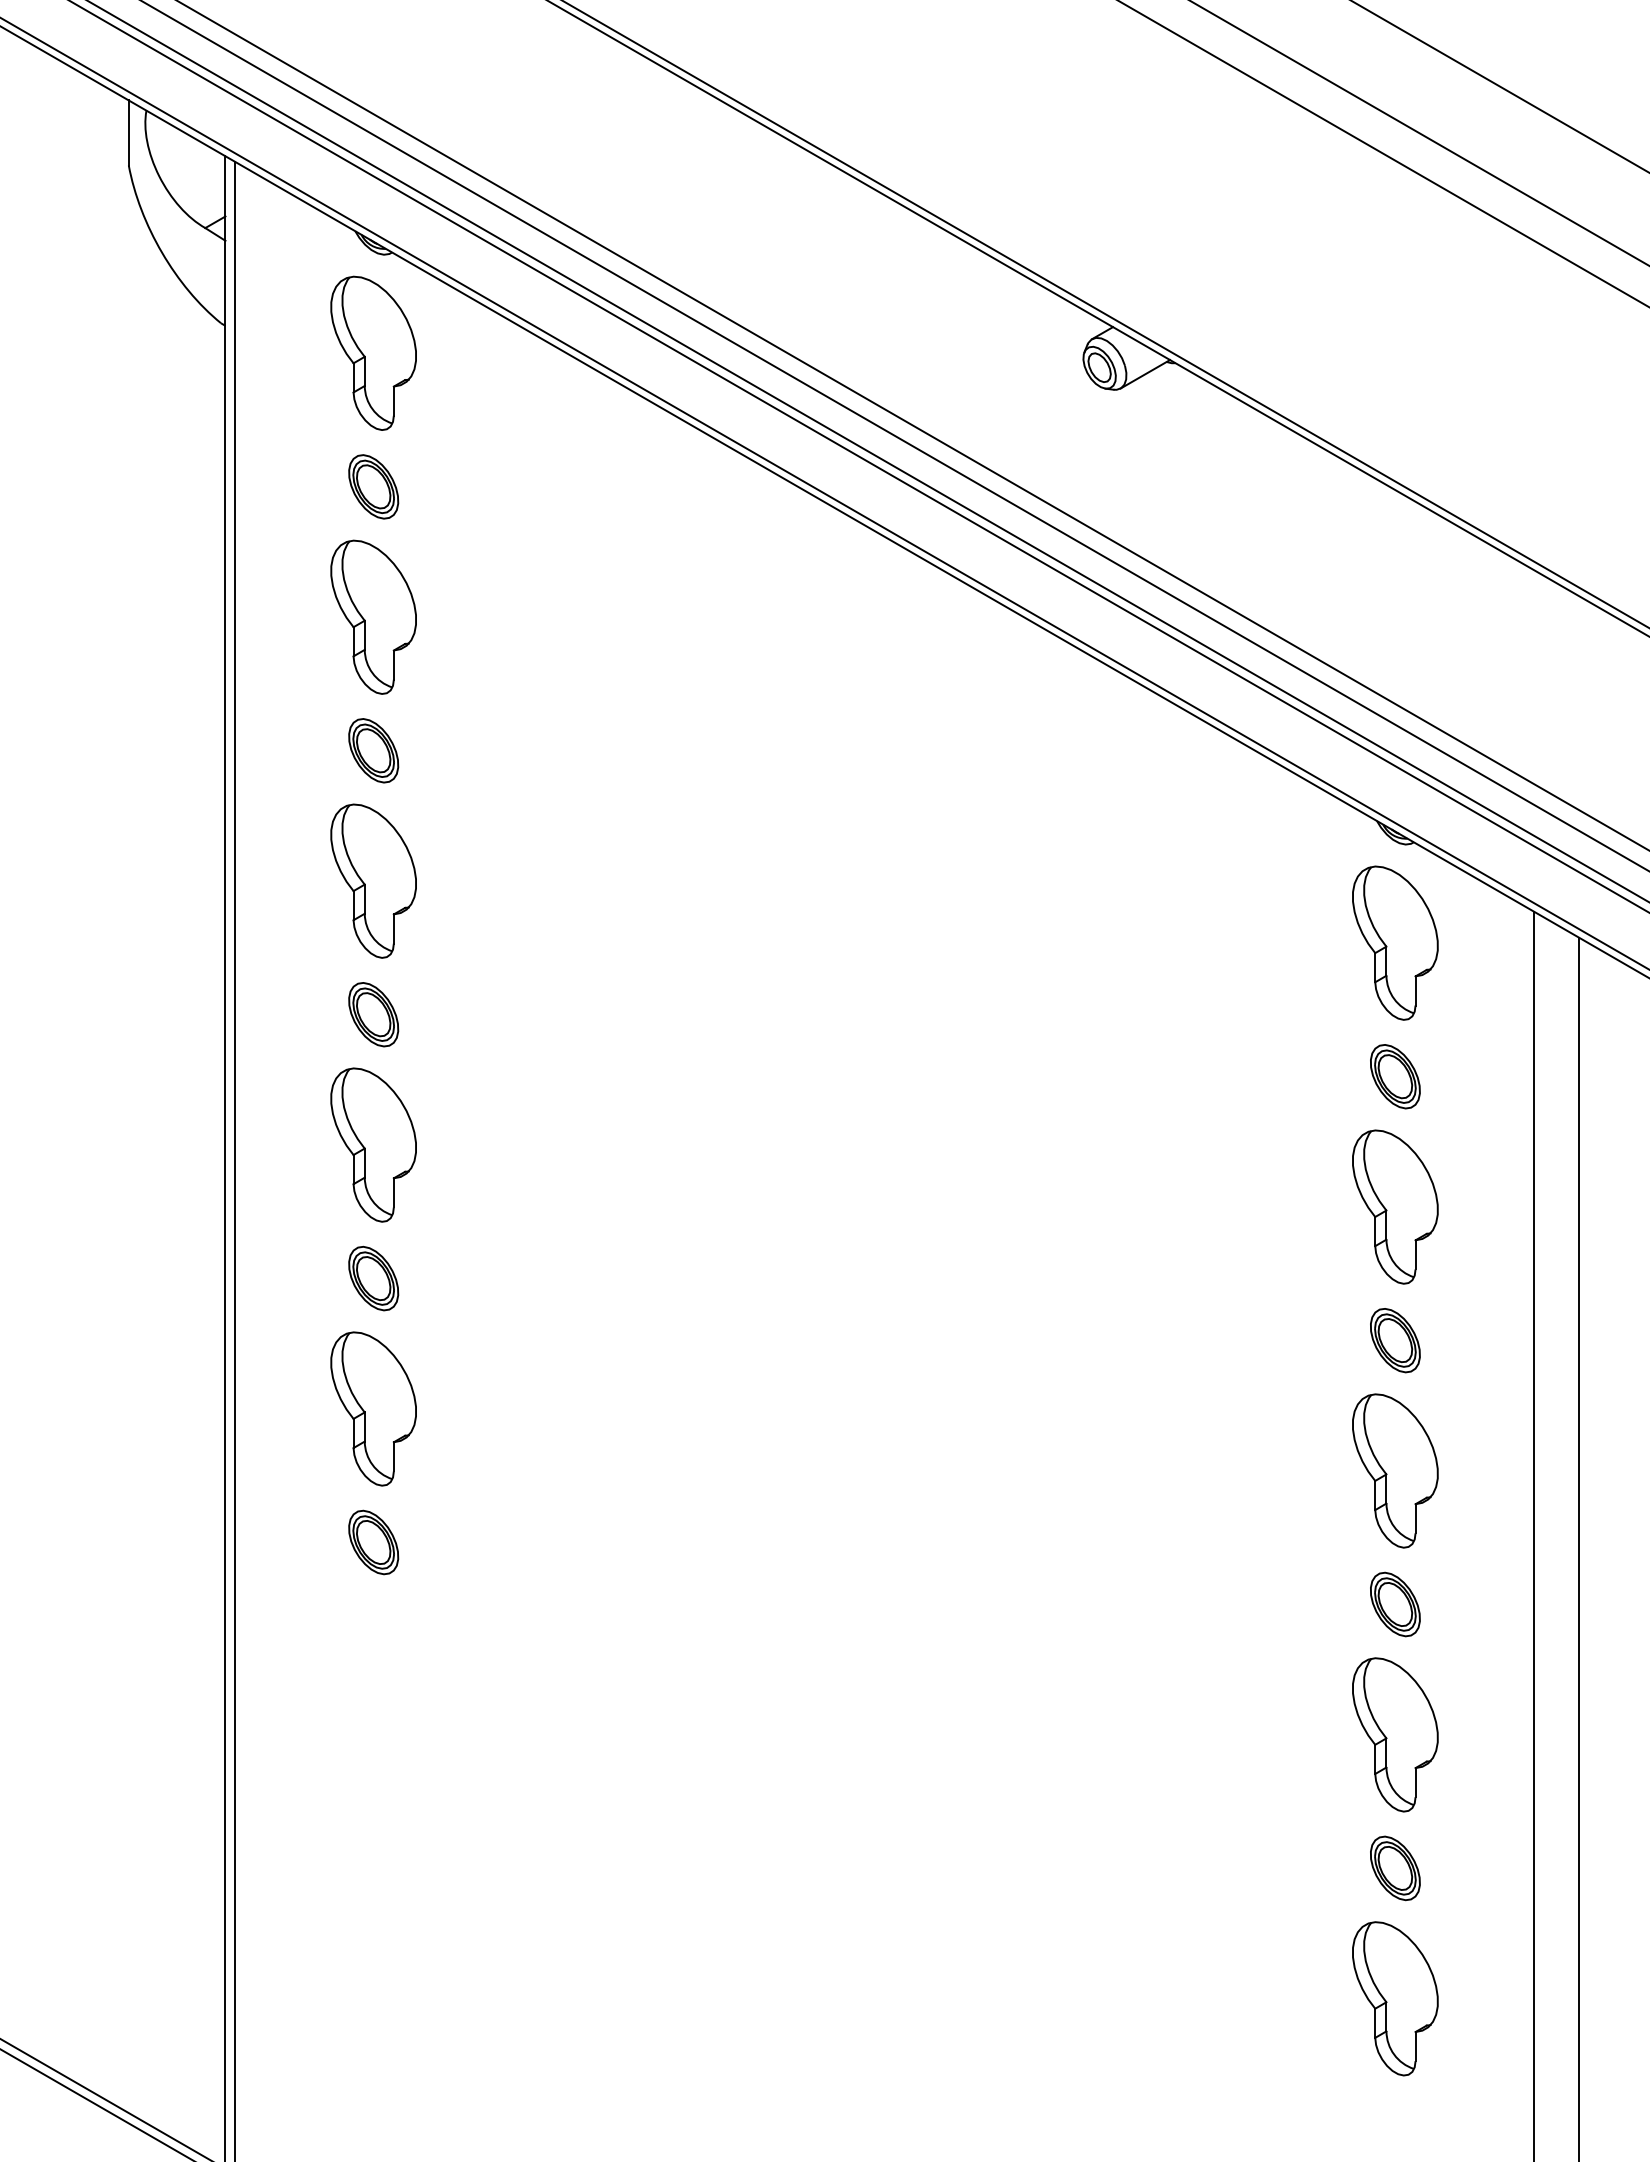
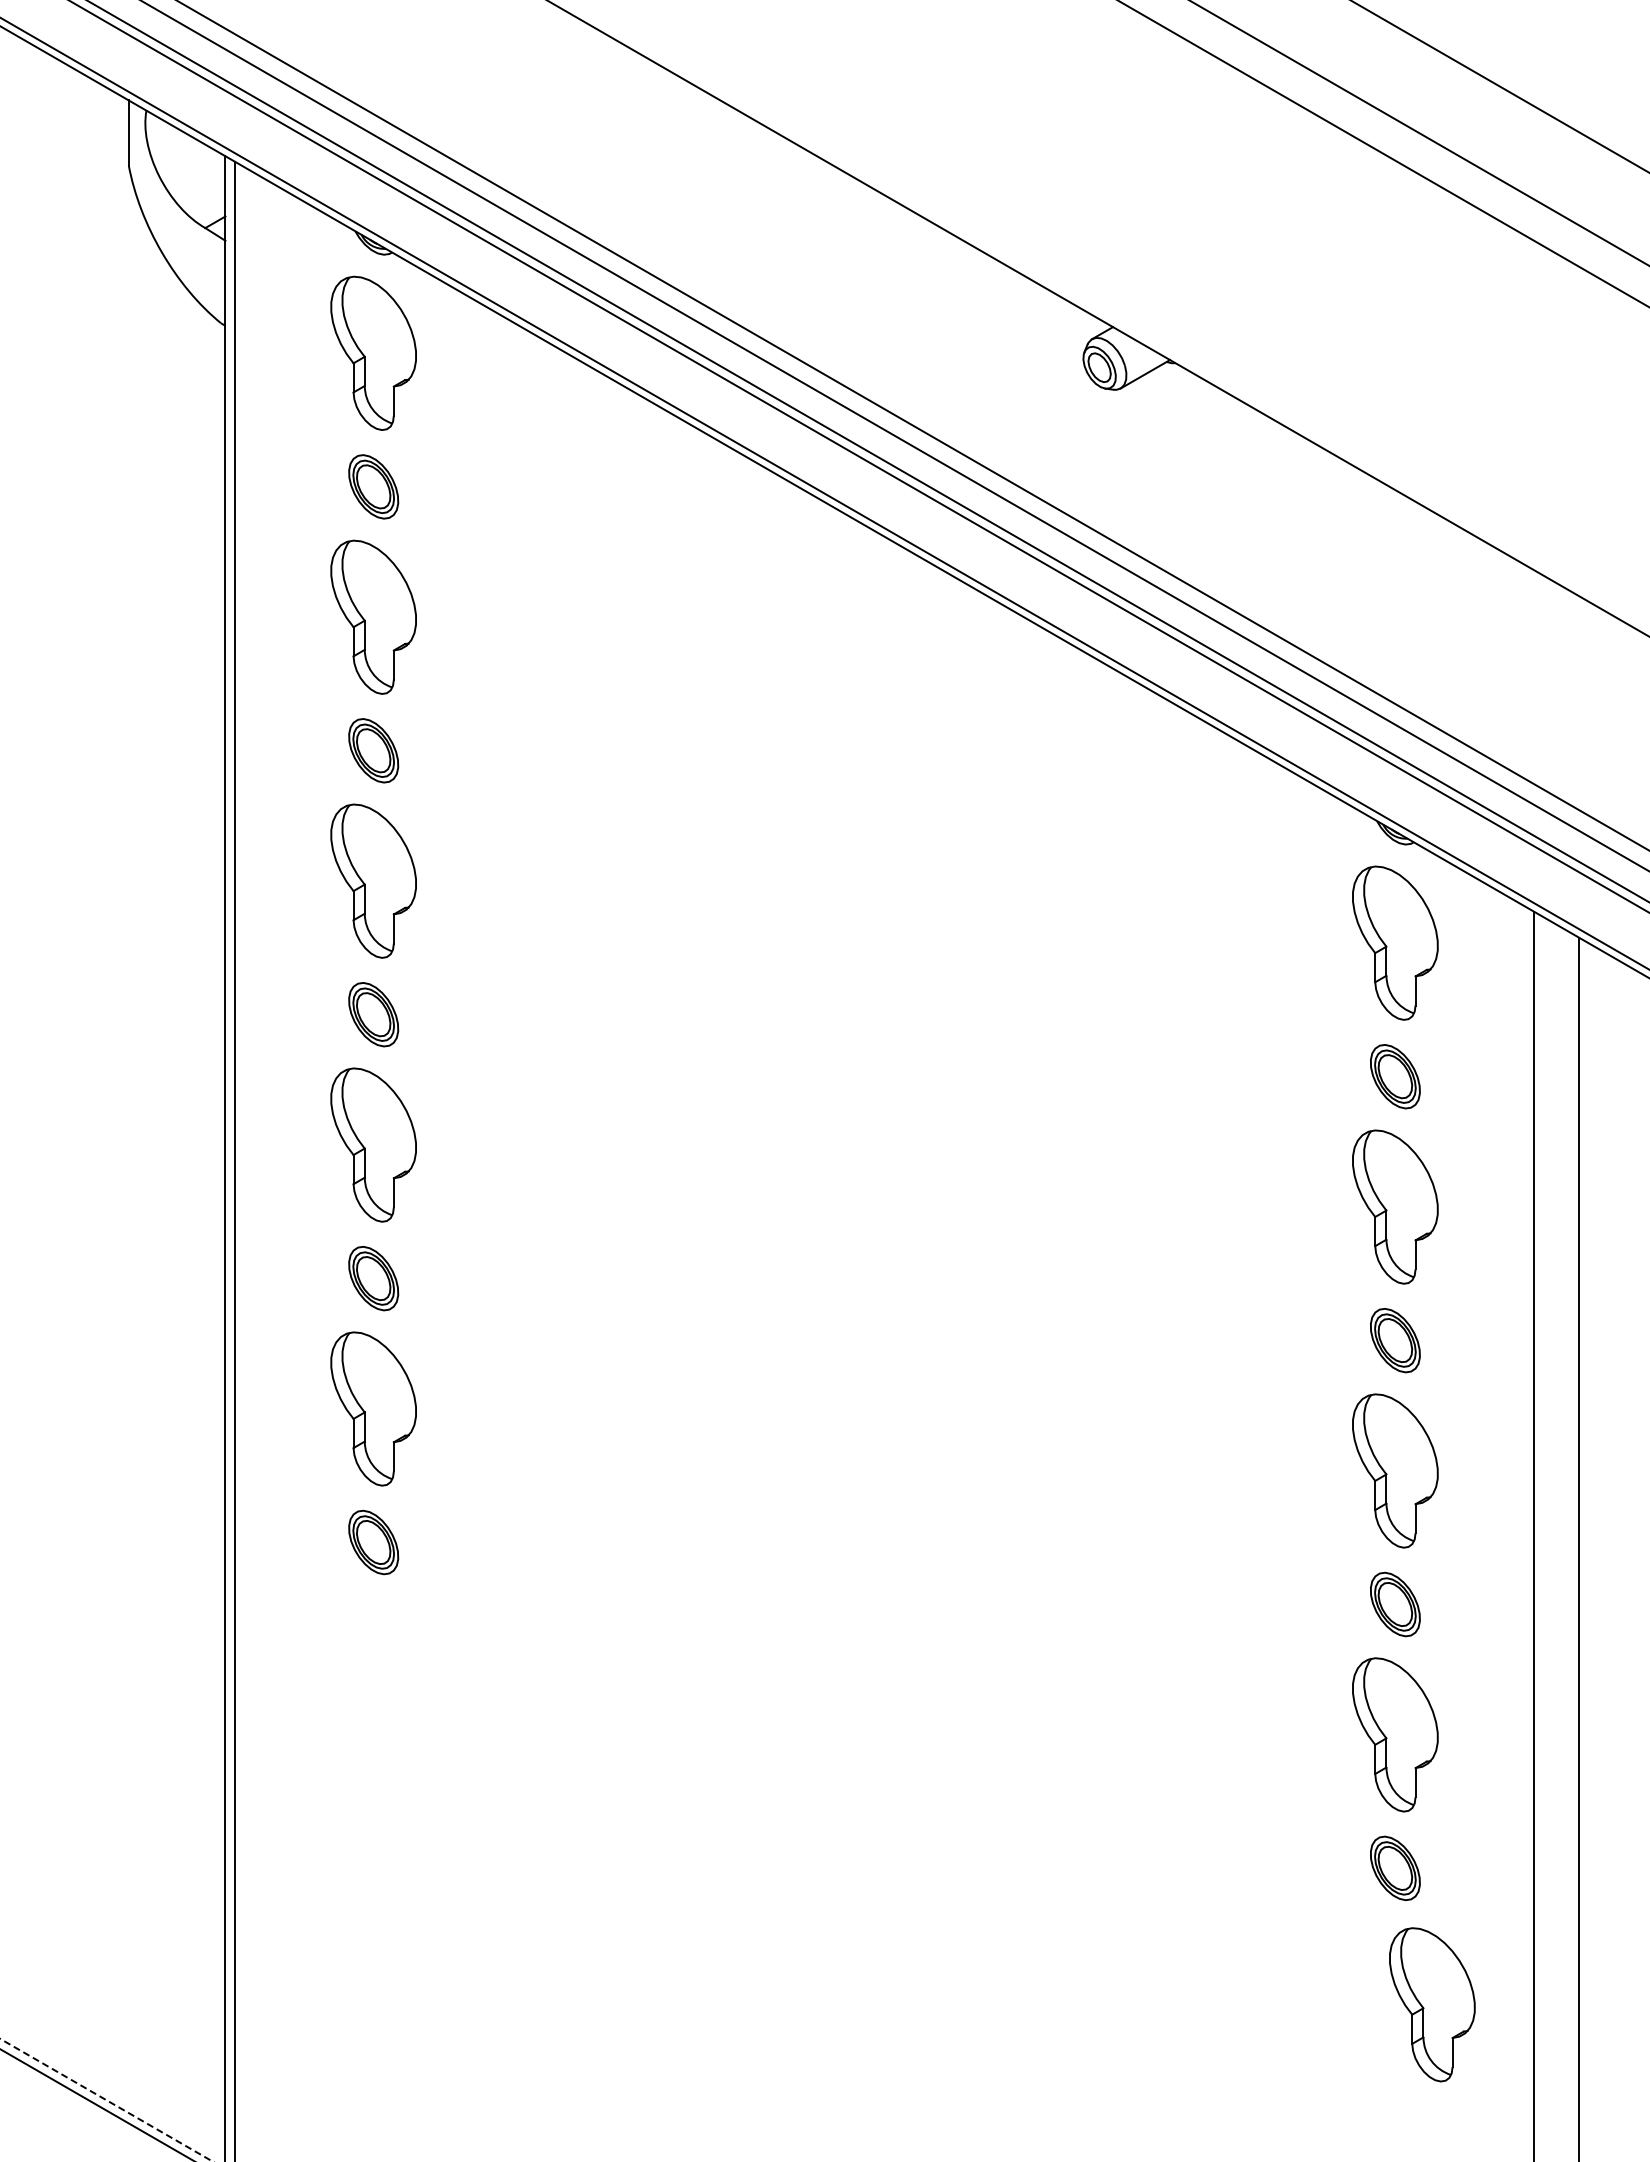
line at (1105, 314): present -> none
part at (1395, 1998) position: (1395, 1998) -> (1432, 2004)
line at (106, 2100): solid -> dashed
